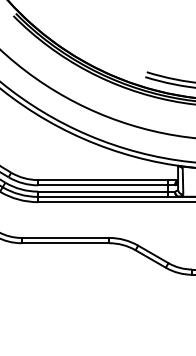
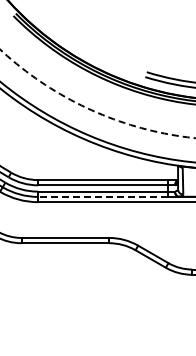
arc at (91, 109): solid -> dashed
line at (102, 196): solid -> dashed
